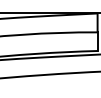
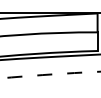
arc at (49, 74): solid -> dashed
